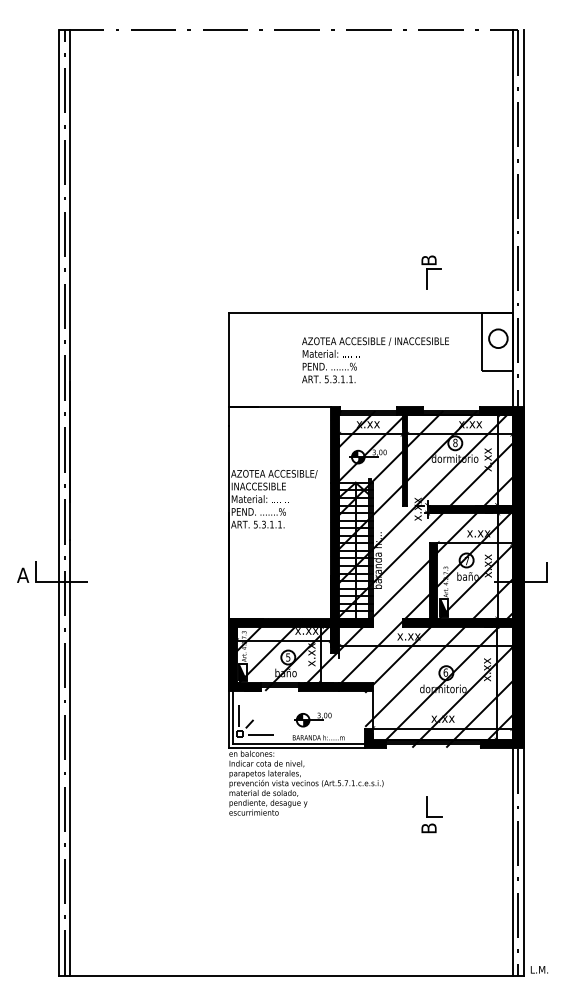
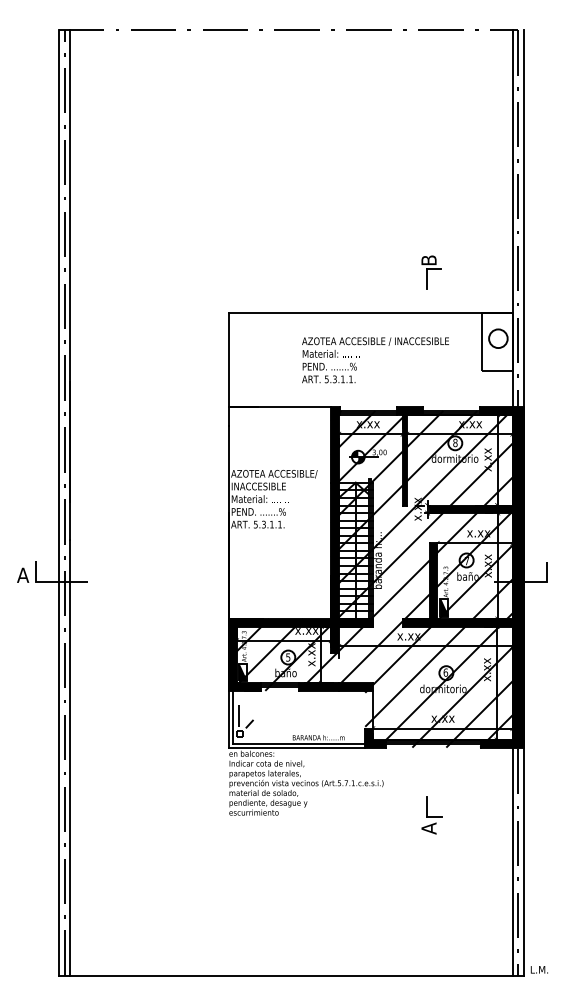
part at (312, 719): present -> none
line at (260, 734): present -> none
text at (428, 828): B -> A
